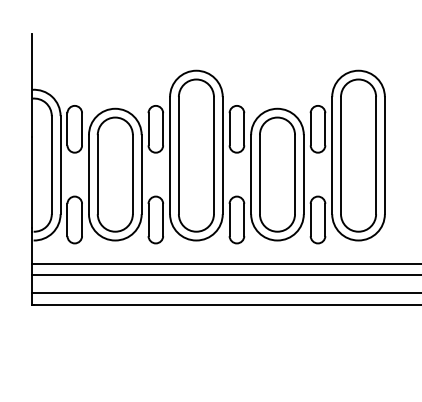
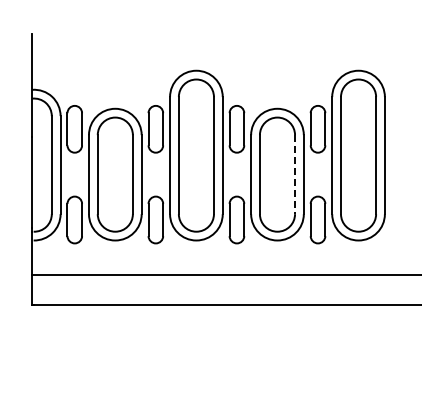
line at (295, 174): solid -> dashed
line at (225, 263): present -> none
line at (225, 293): present -> none
